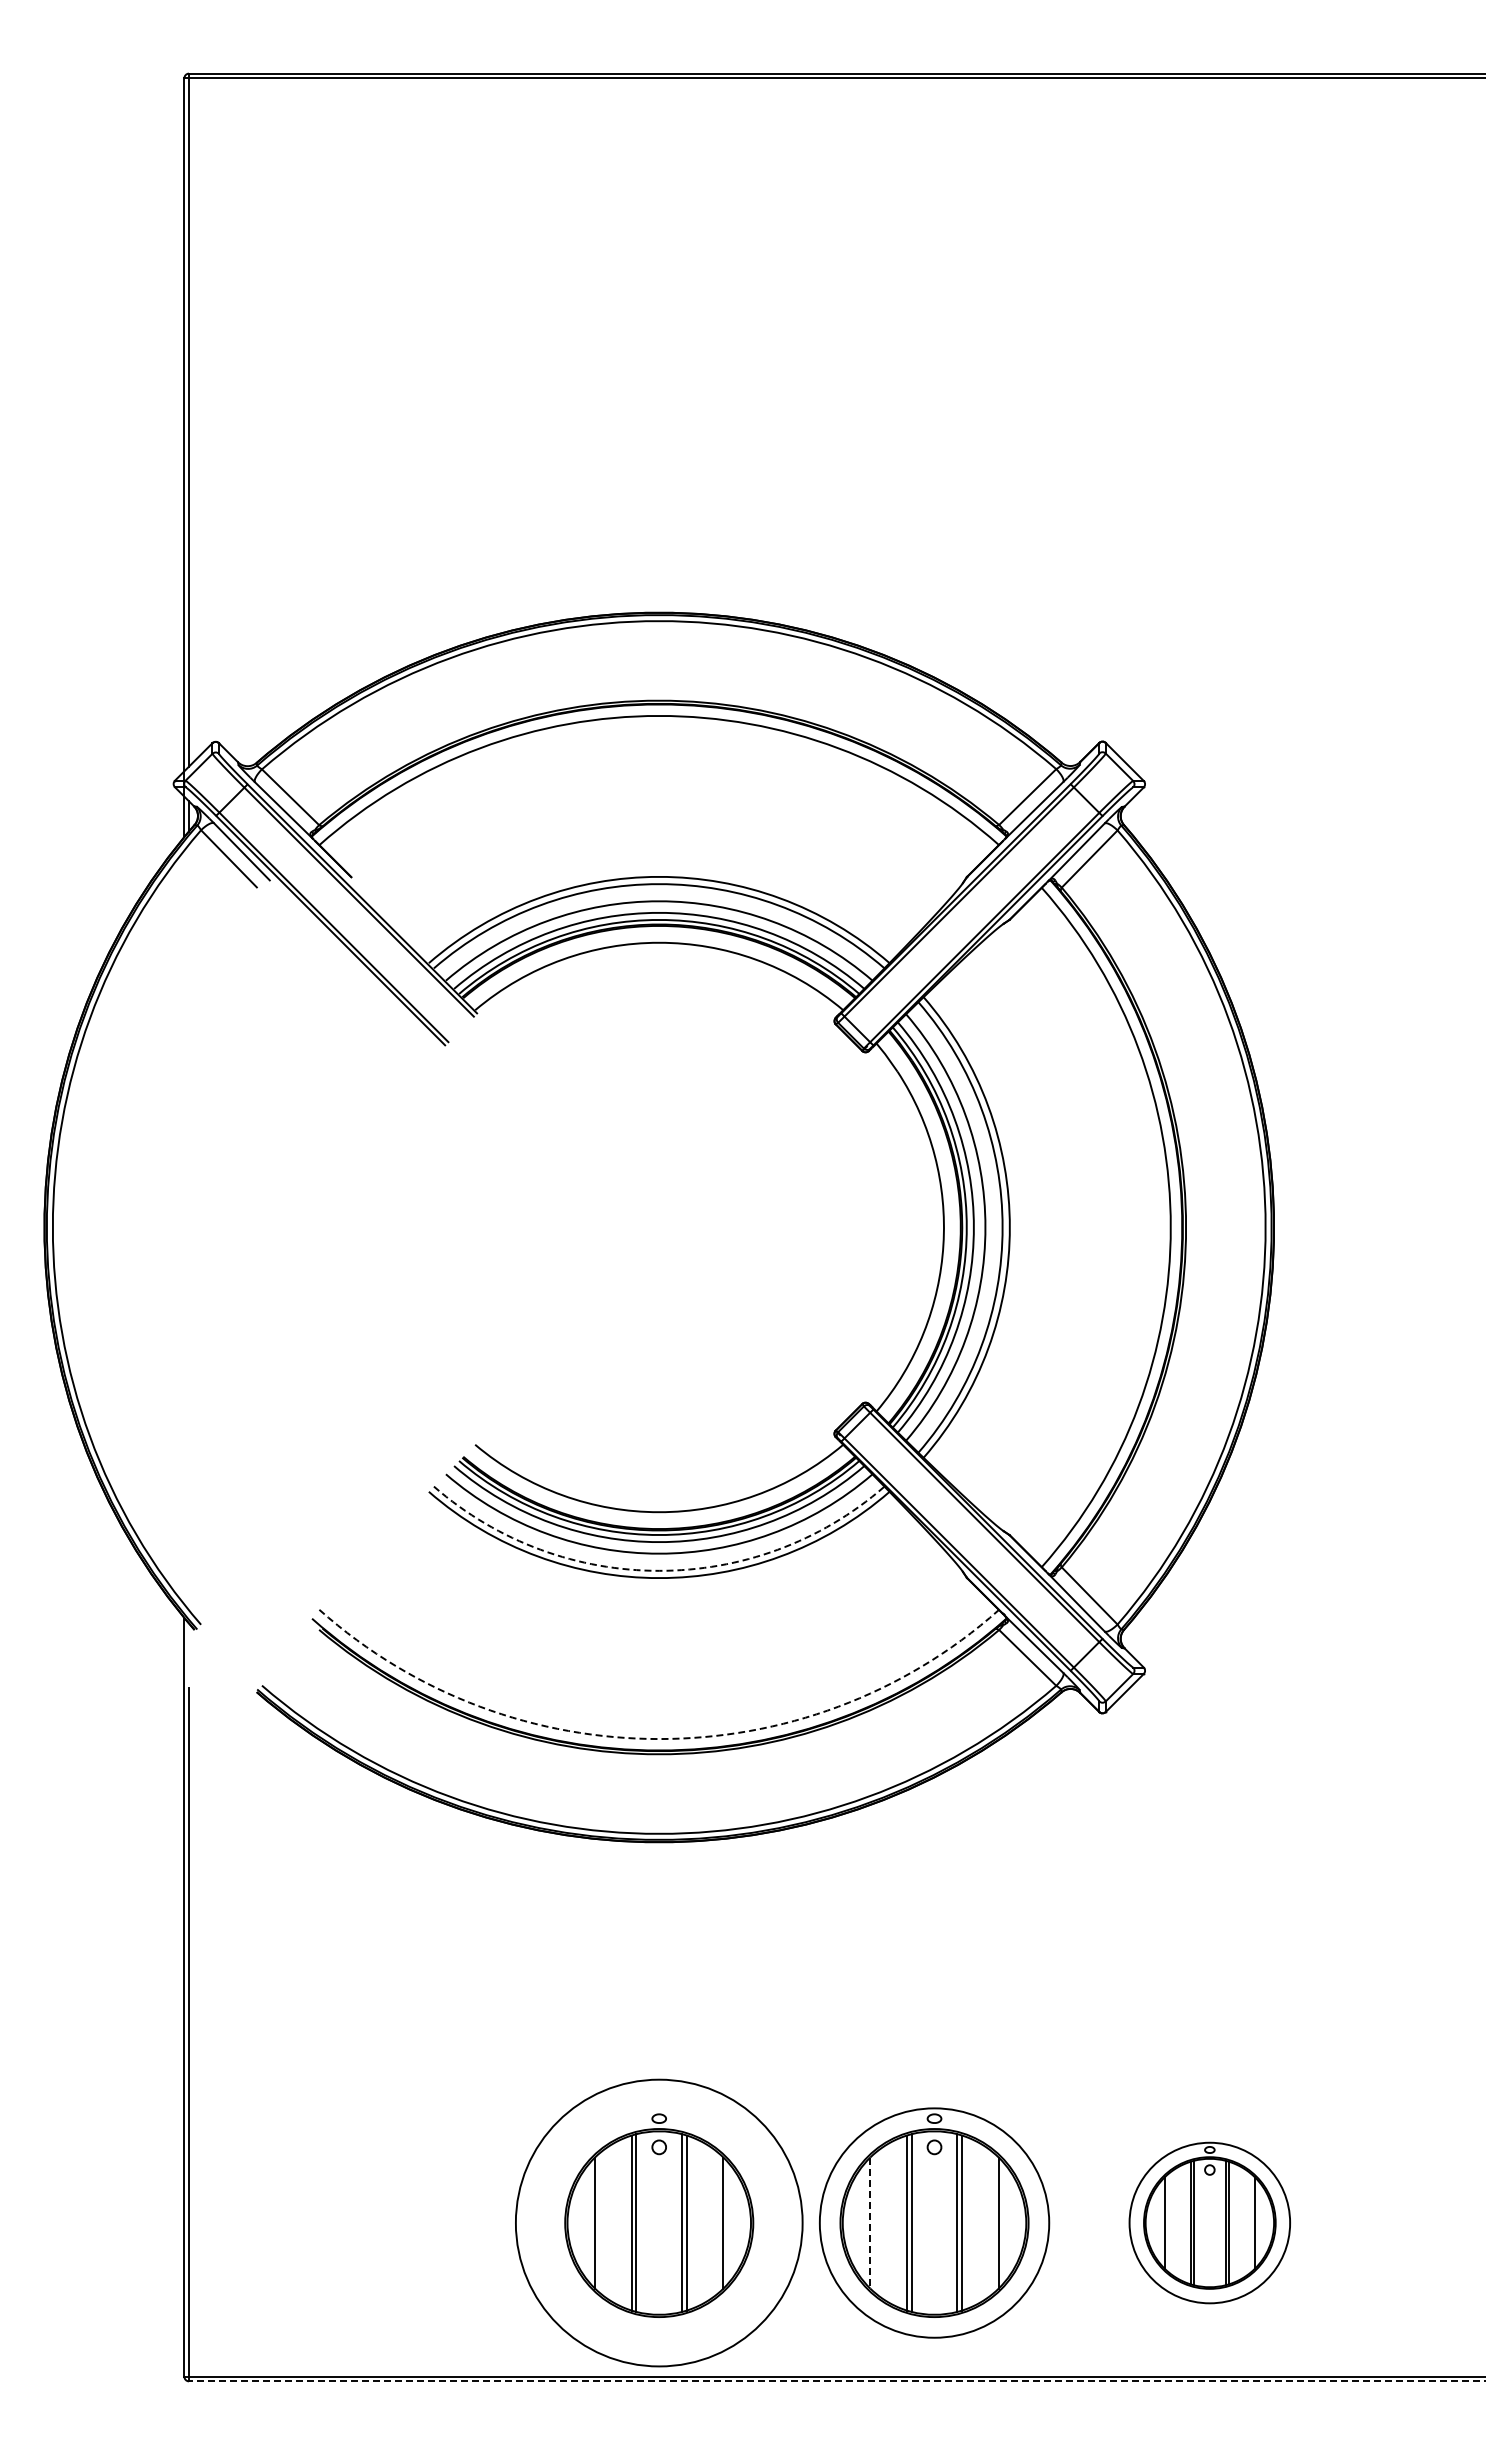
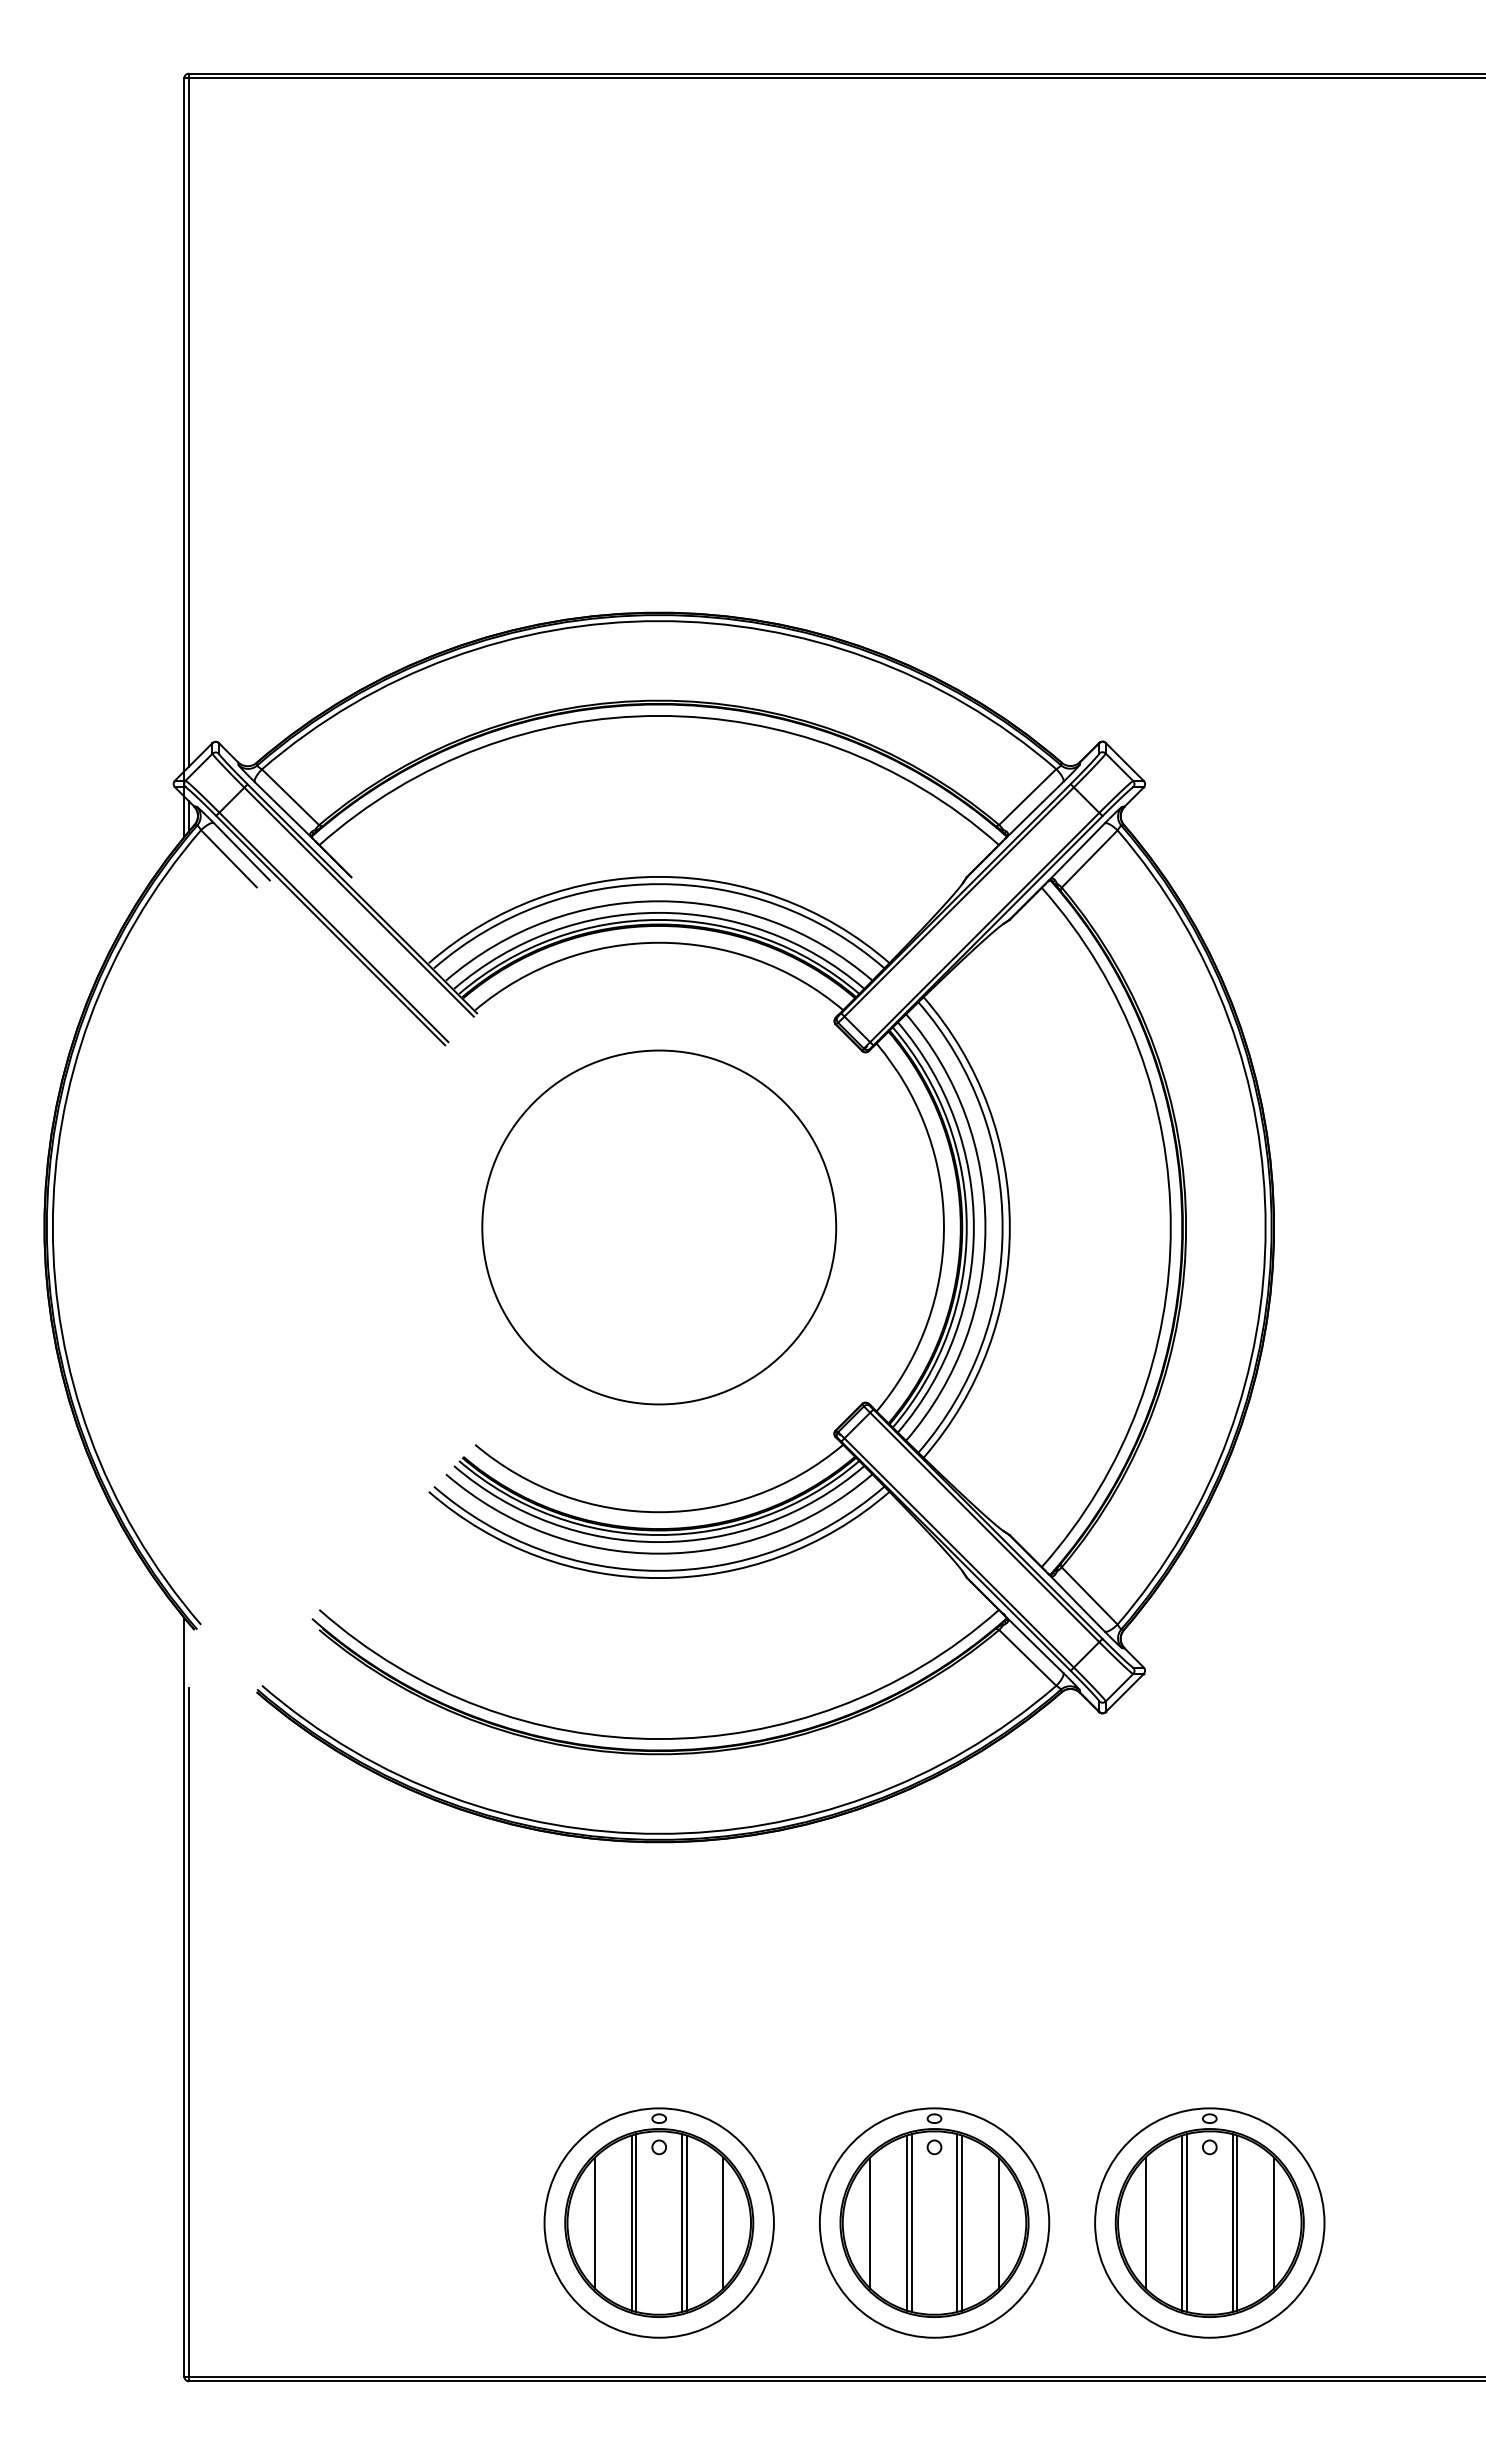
circle at (659, 1227): none -> present
arc at (659, 1570): dashed -> solid
arc at (659, 1739): dashed -> solid
circle at (658, 2222) diameter: 287 px -> 229 px
part at (1209, 2222) size: 163x164 px -> 232x232 px
line at (870, 2223): dashed -> solid
line at (836, 2381): dashed -> solid
